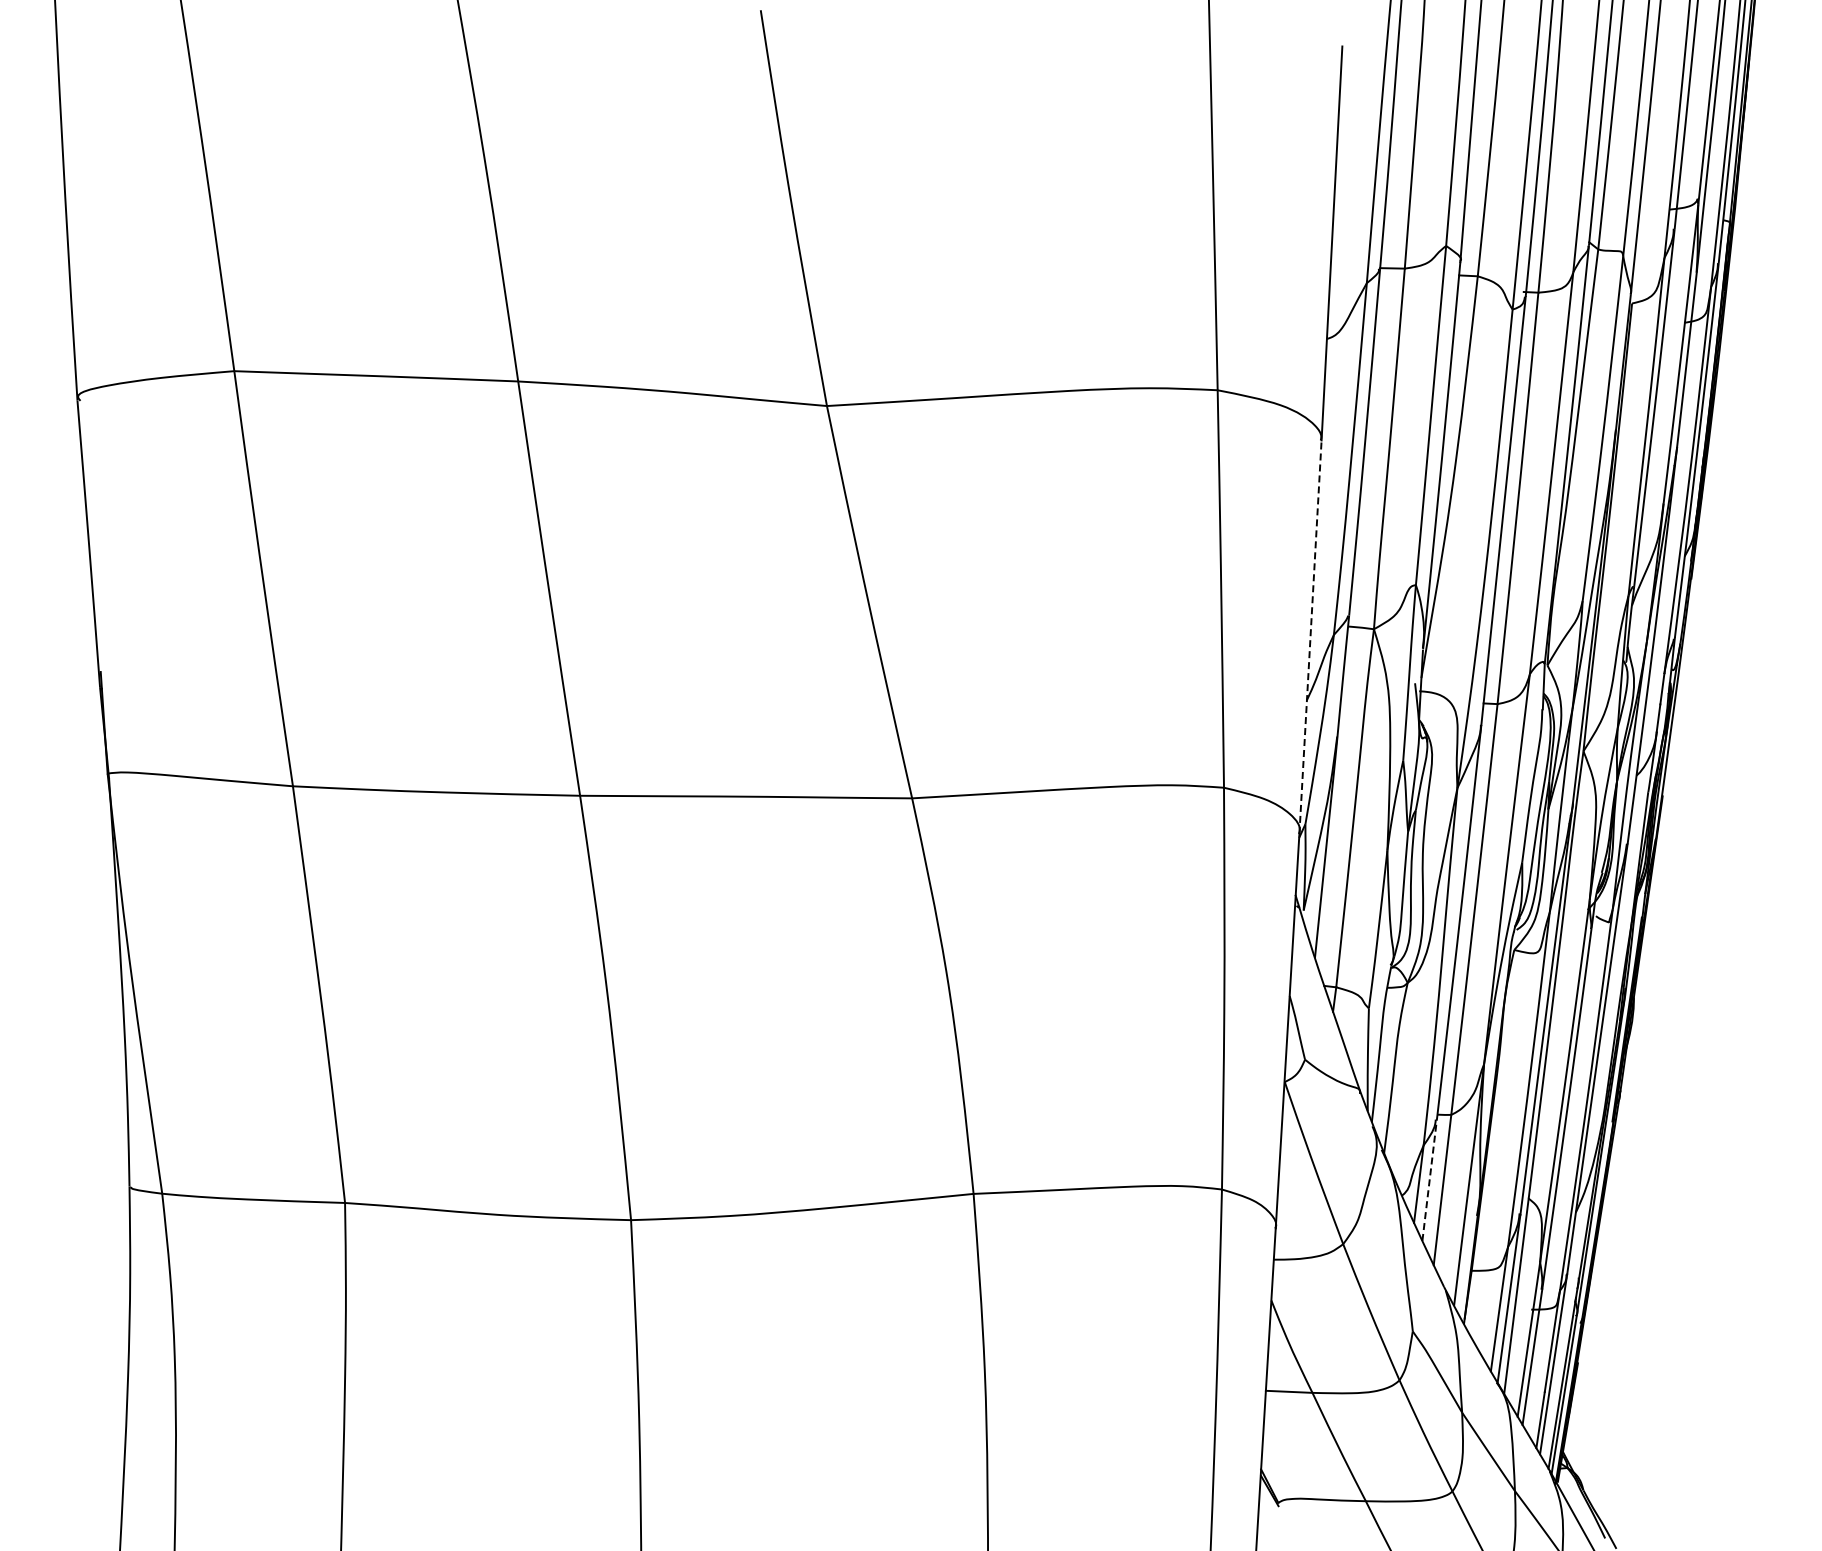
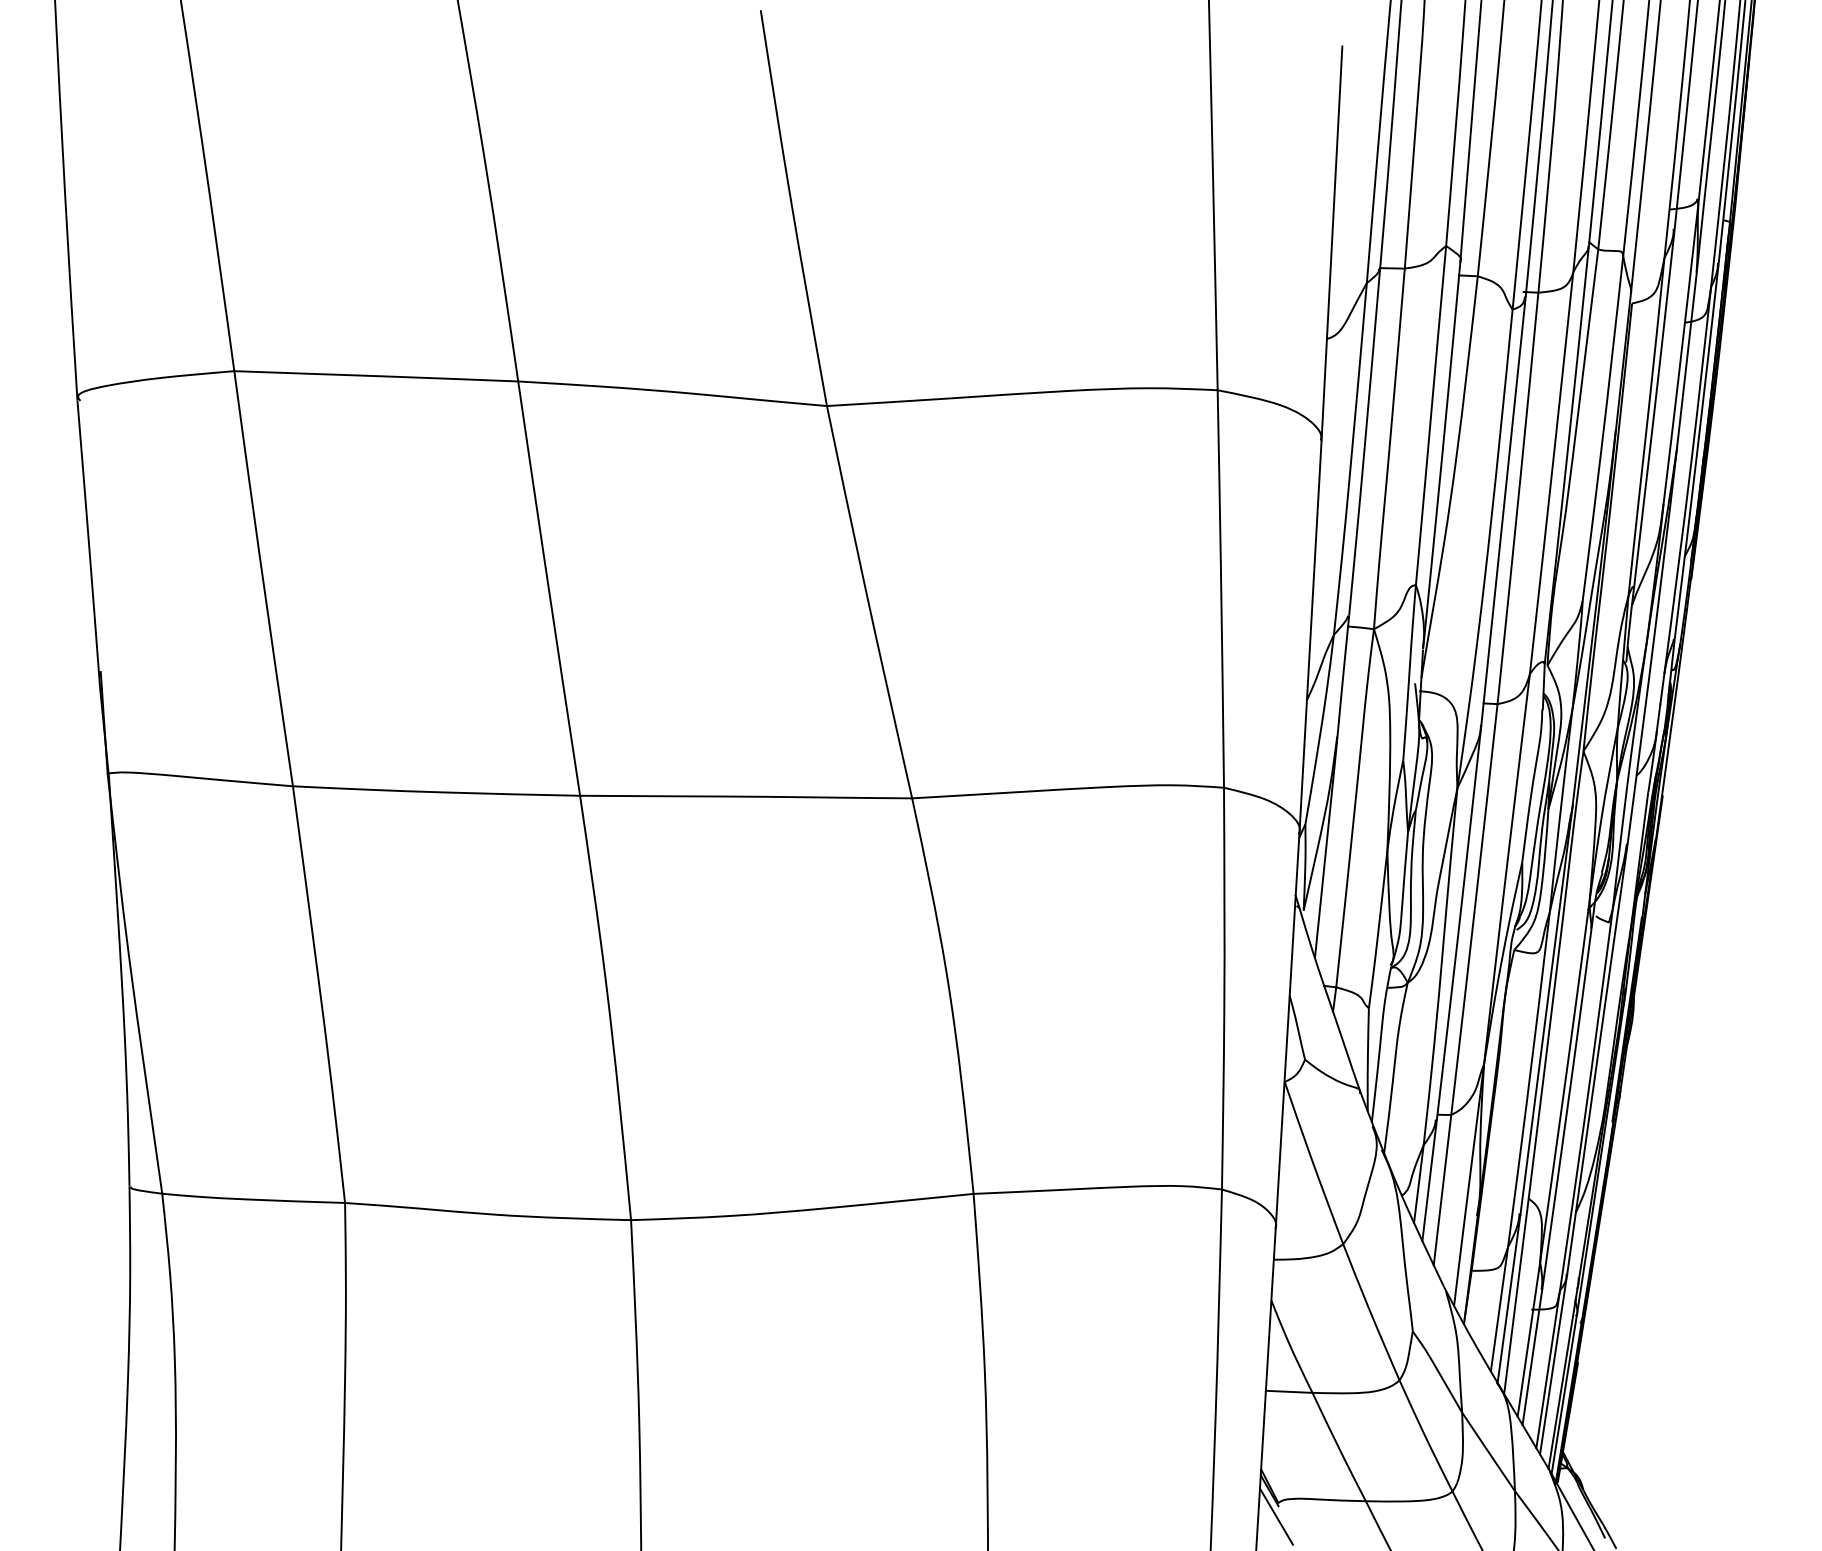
line at (1310, 636): dashed -> solid
line at (1429, 1180): dashed -> solid
line at (1275, 1516): none -> present
